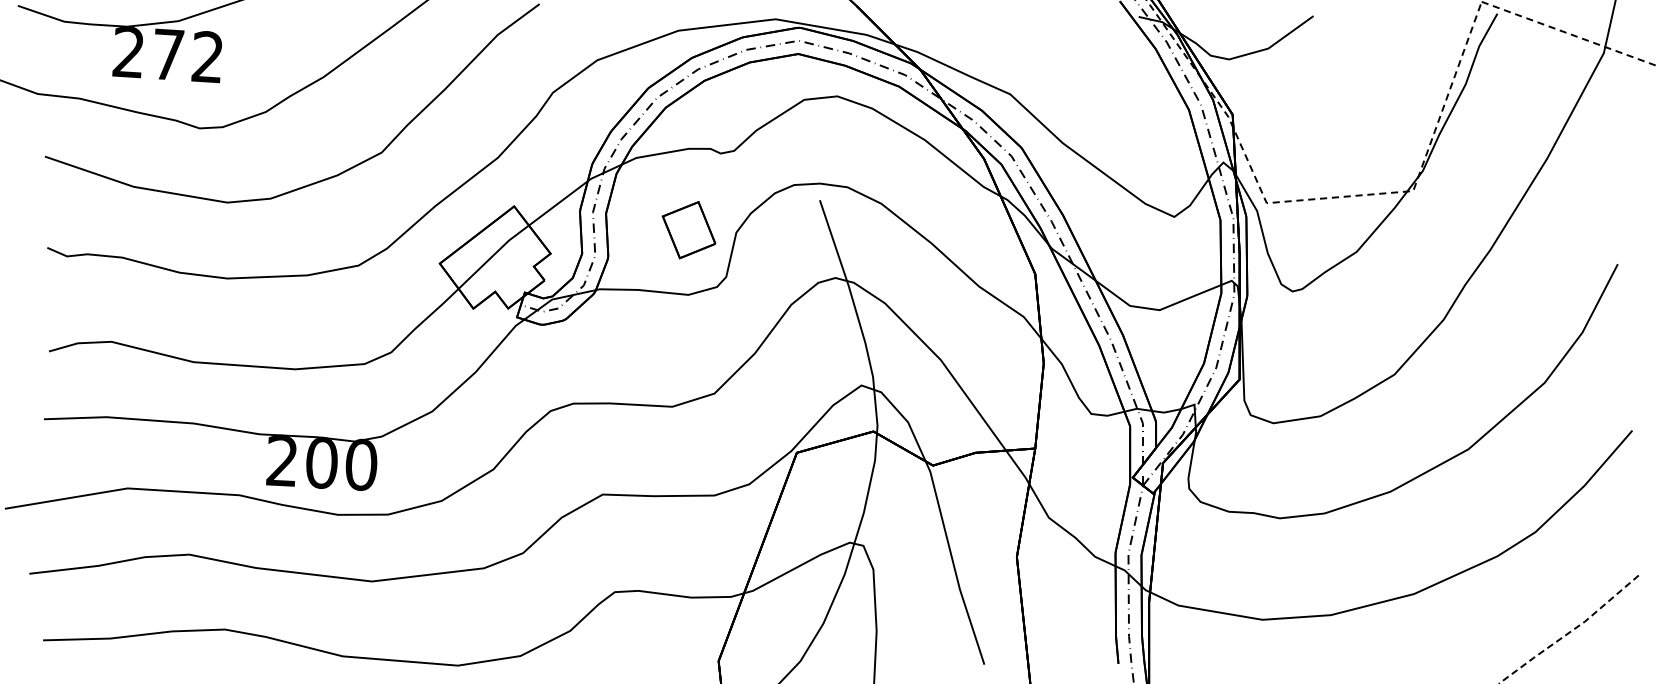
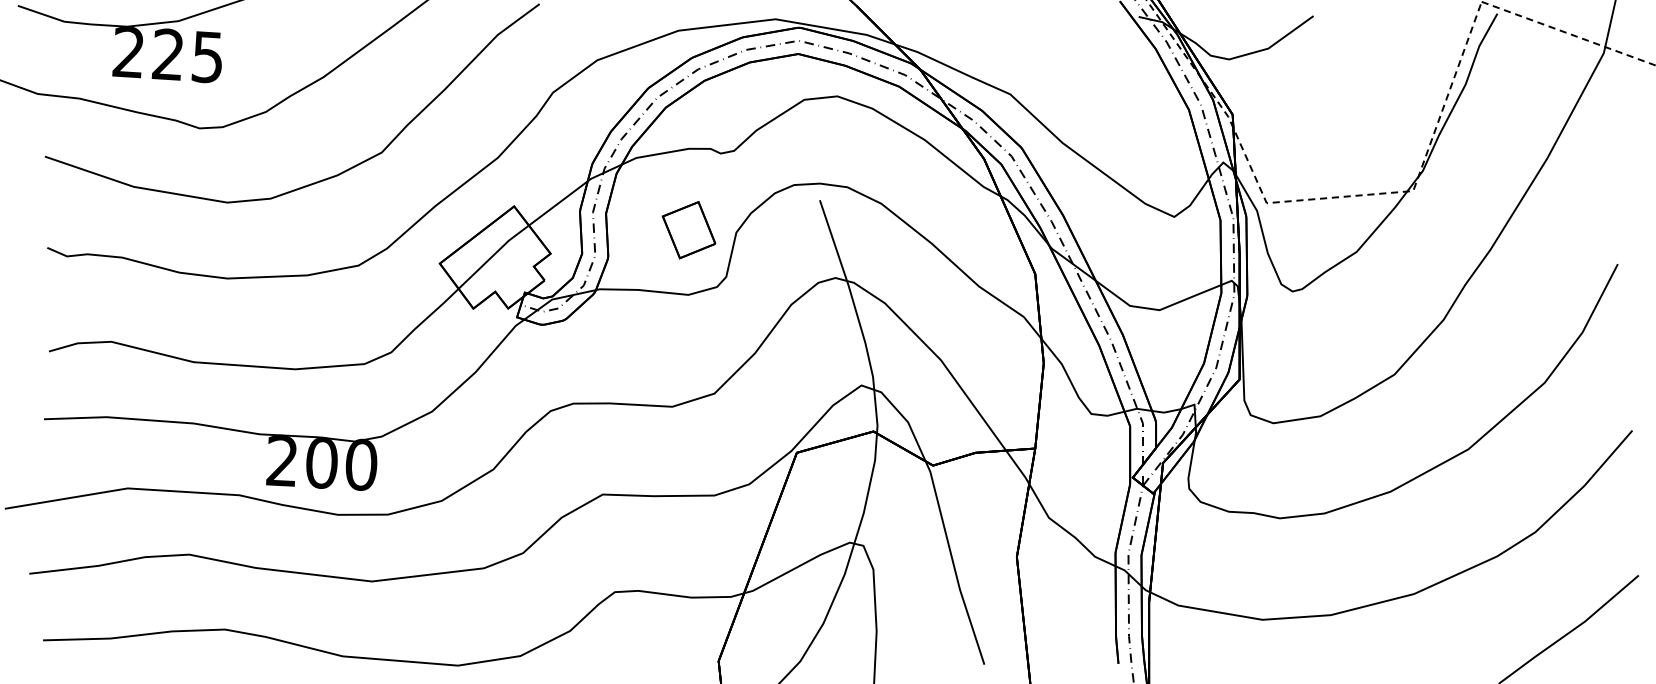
text at (186, 55): 272 -> 225
line at (1570, 632): dashed -> solid
